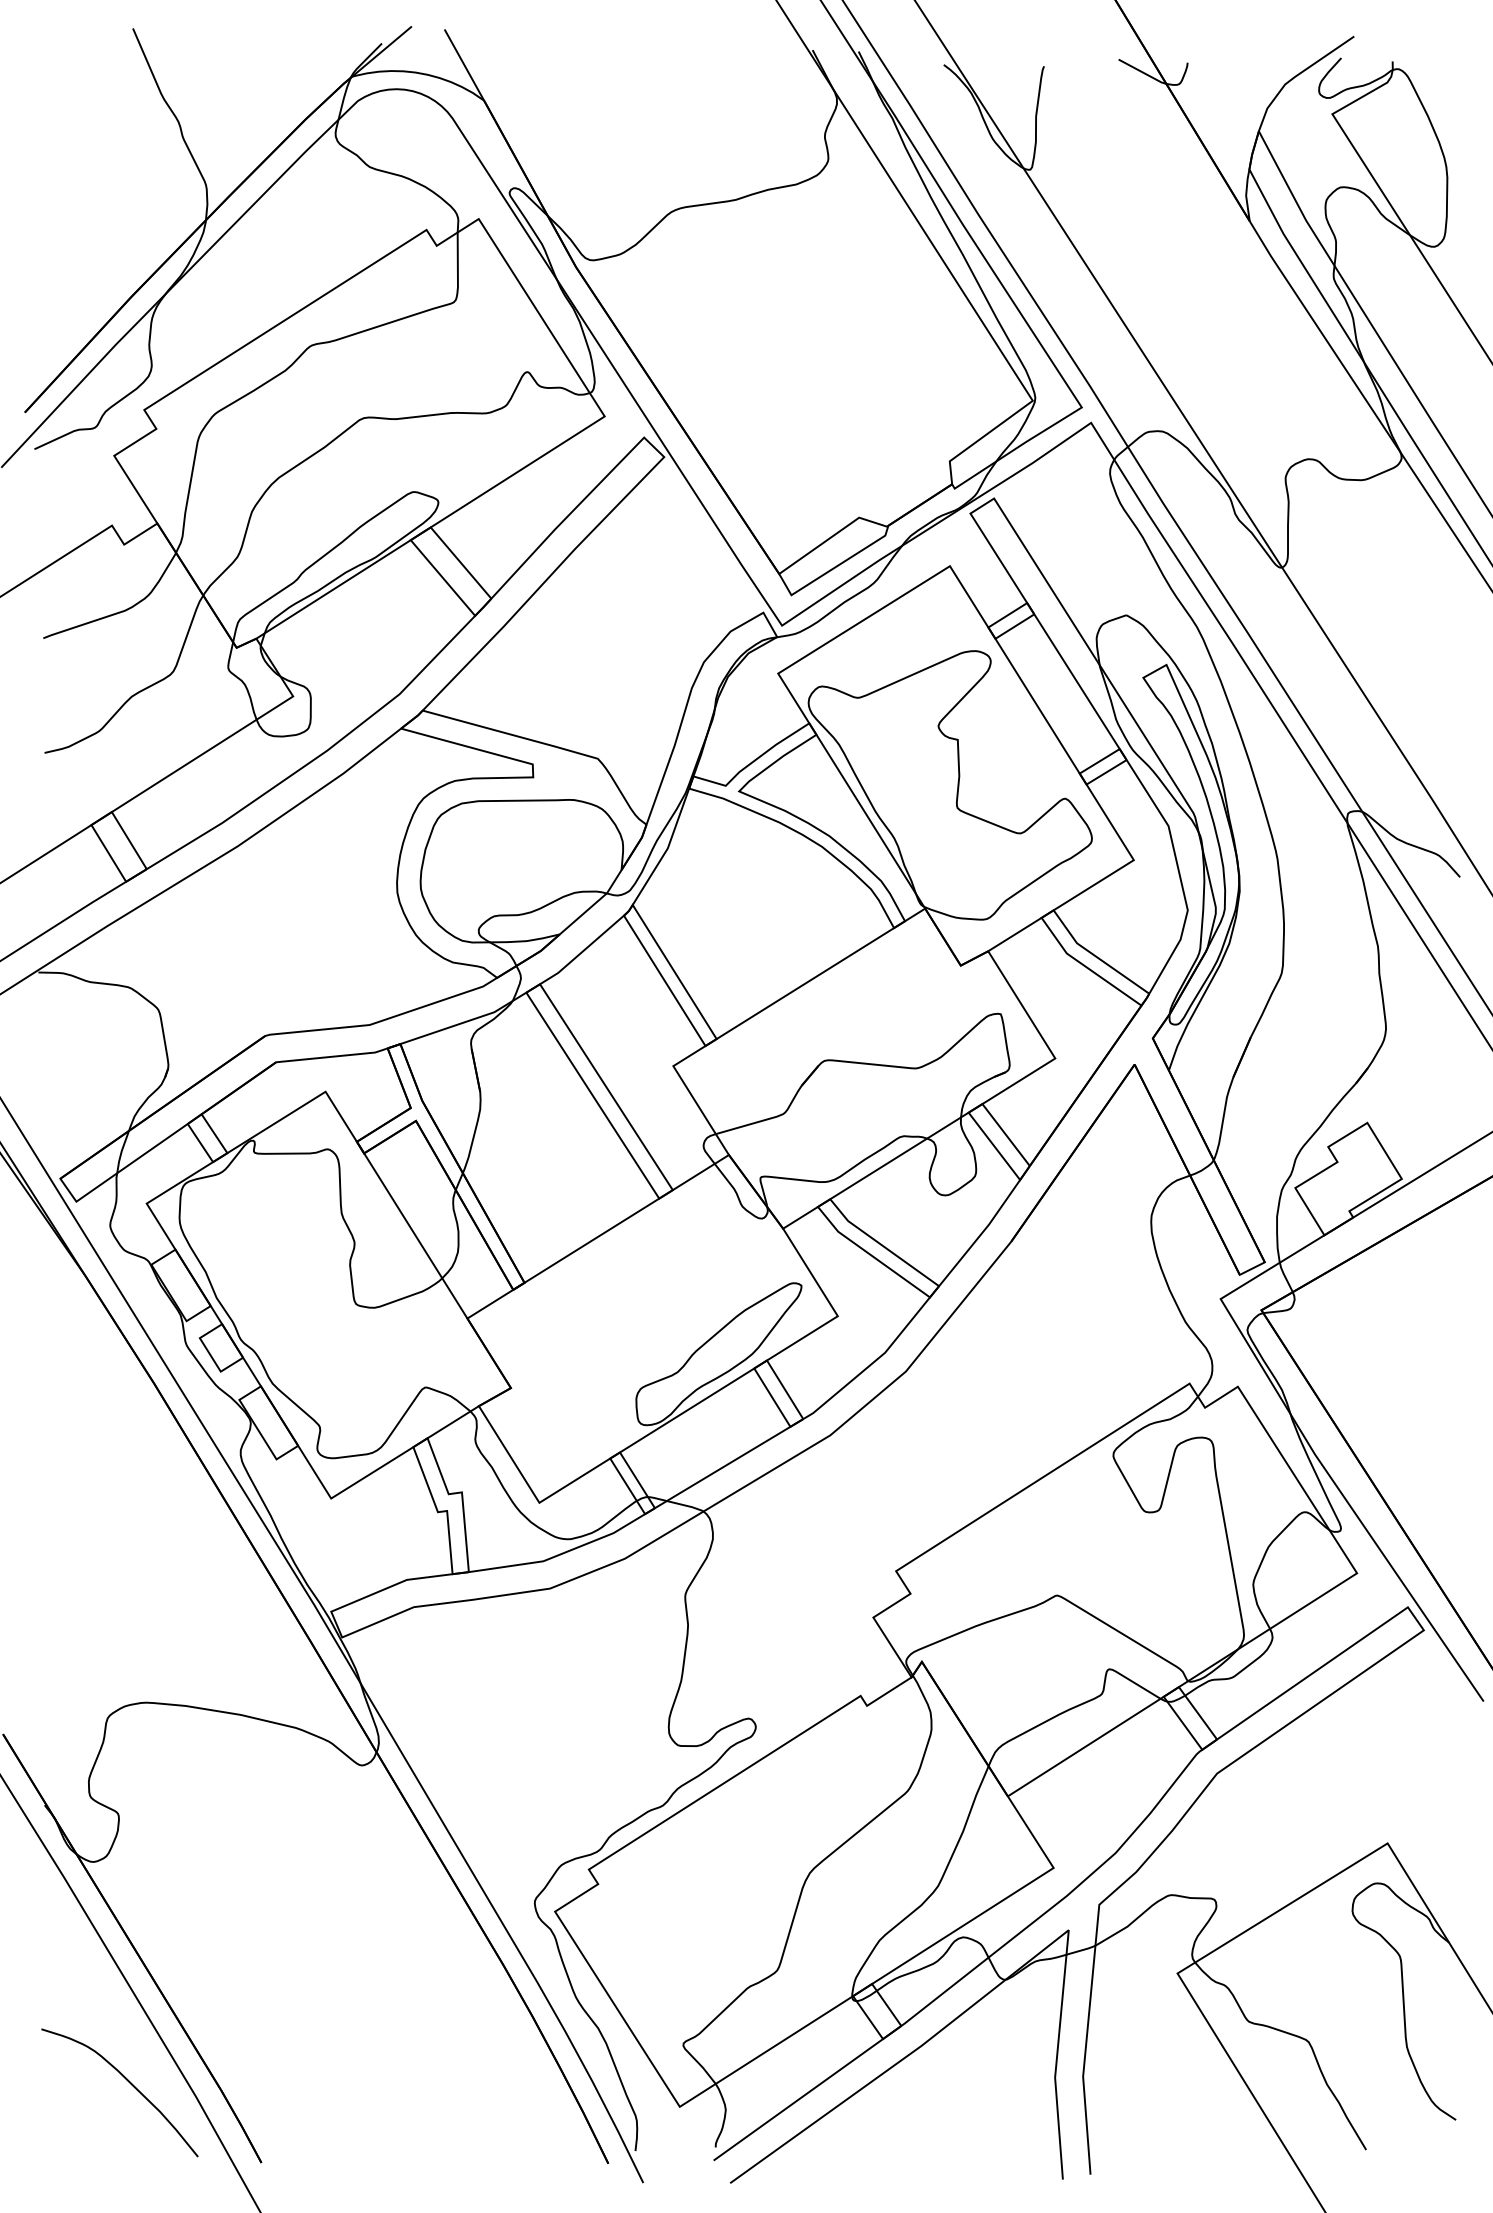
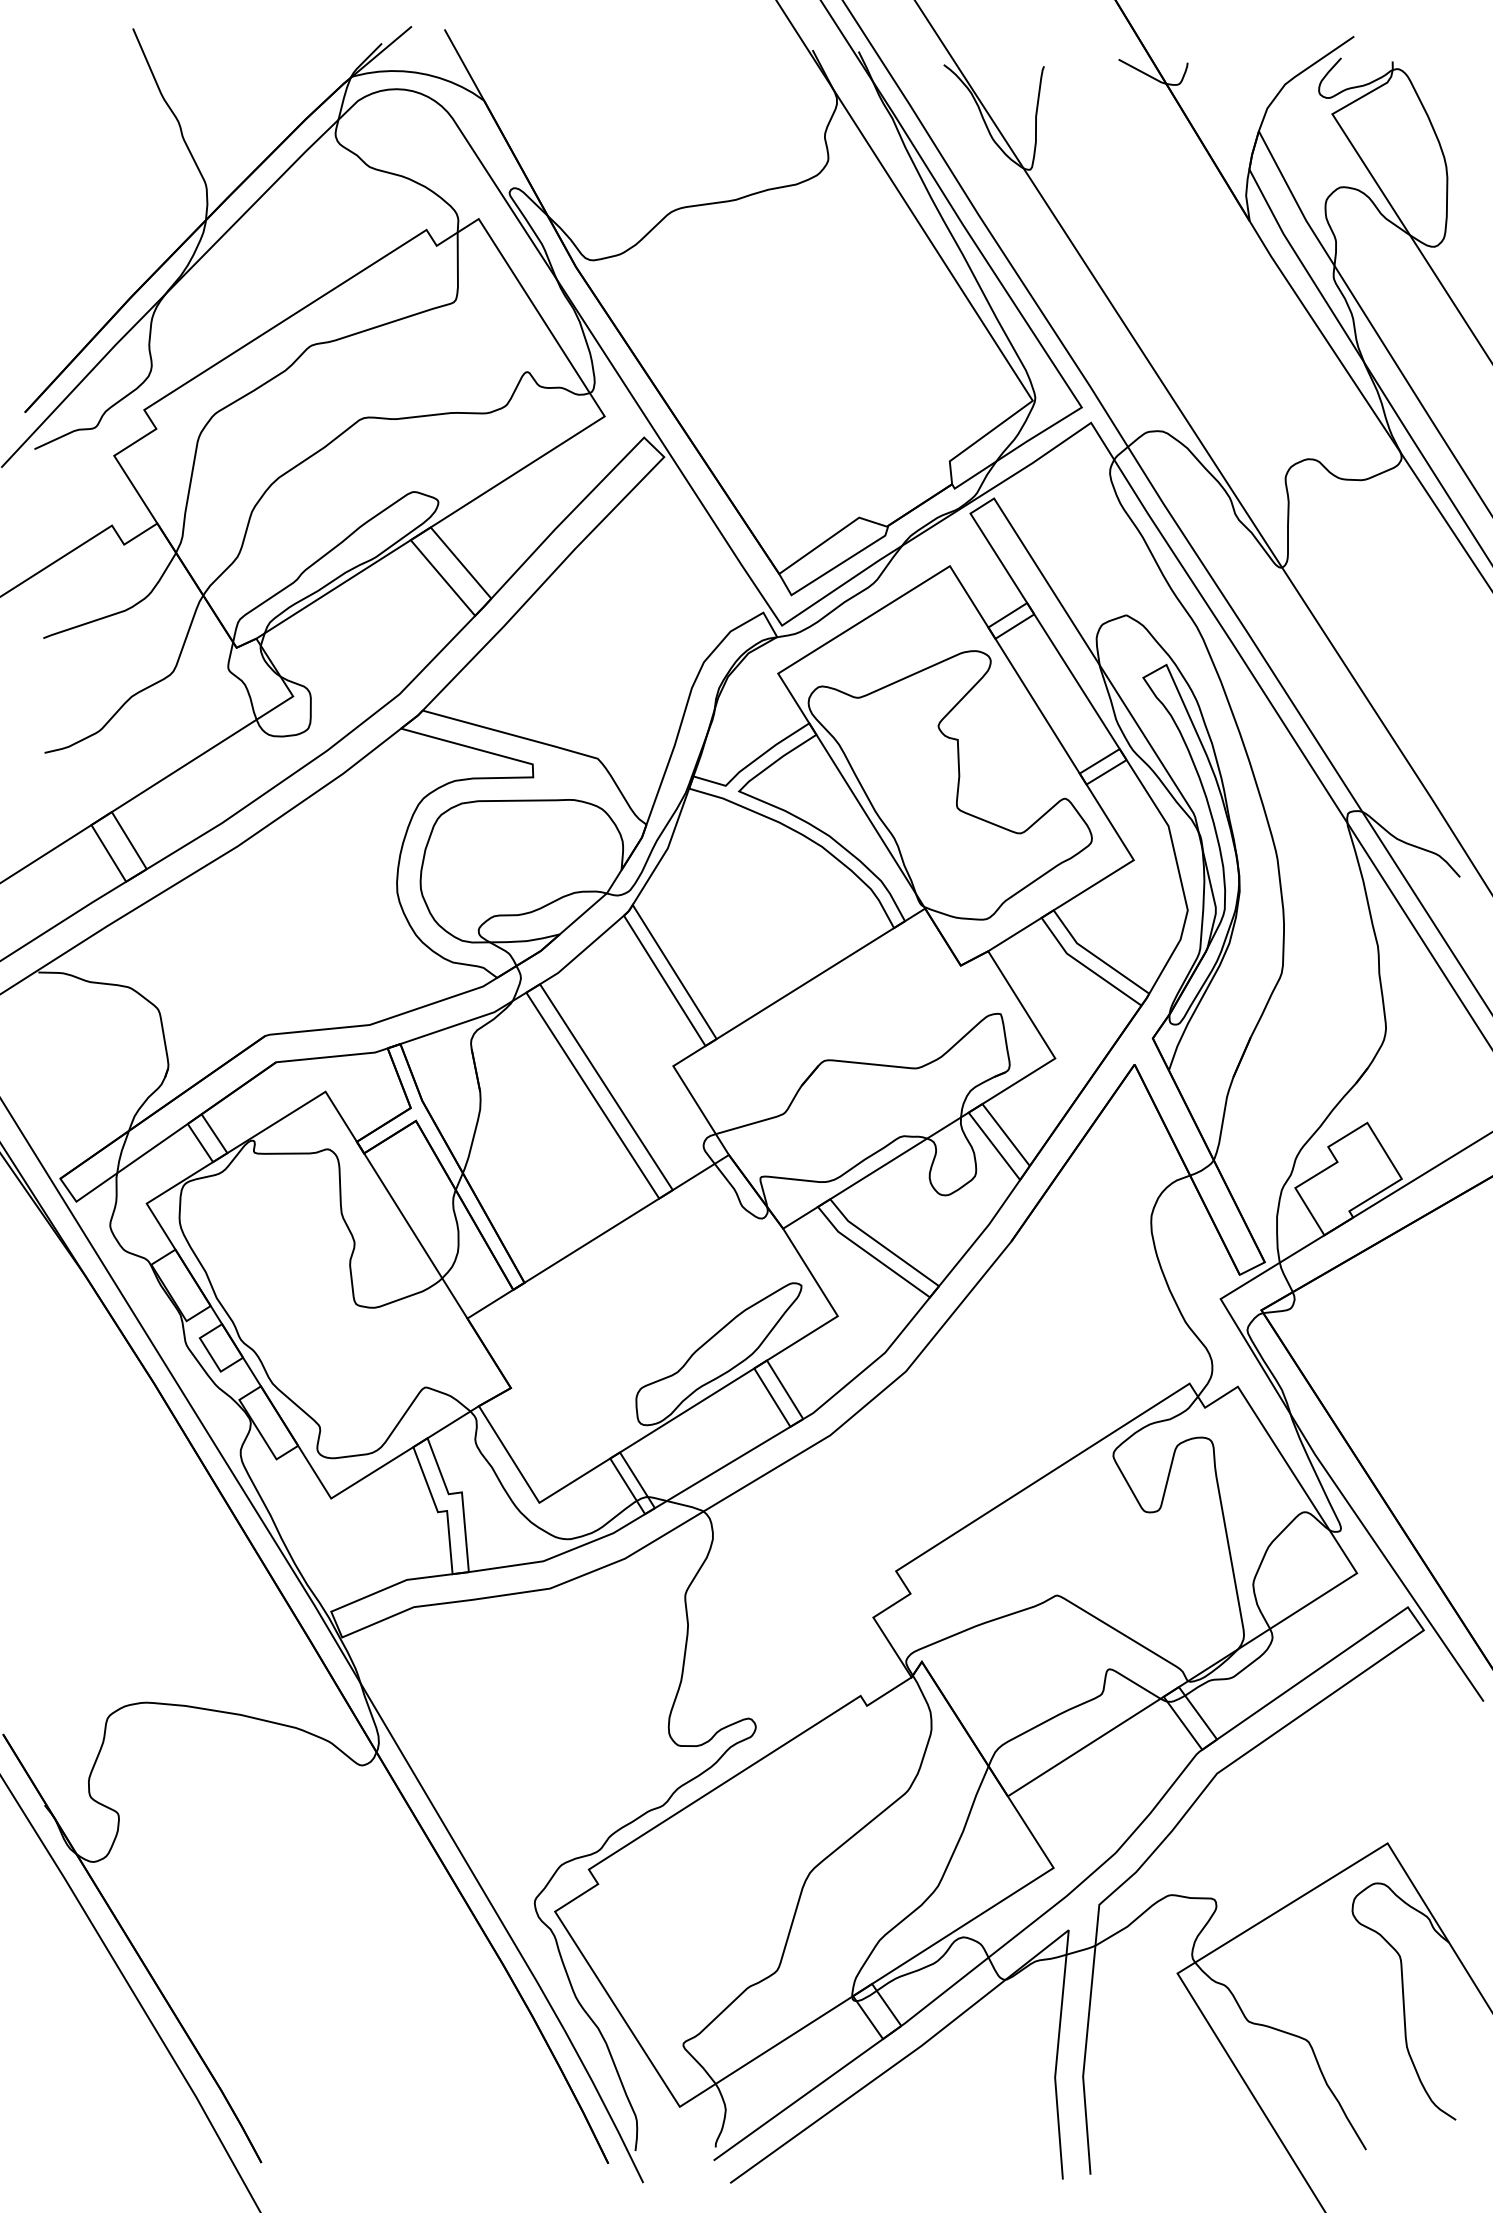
curve at (128, 2082): present -> none
